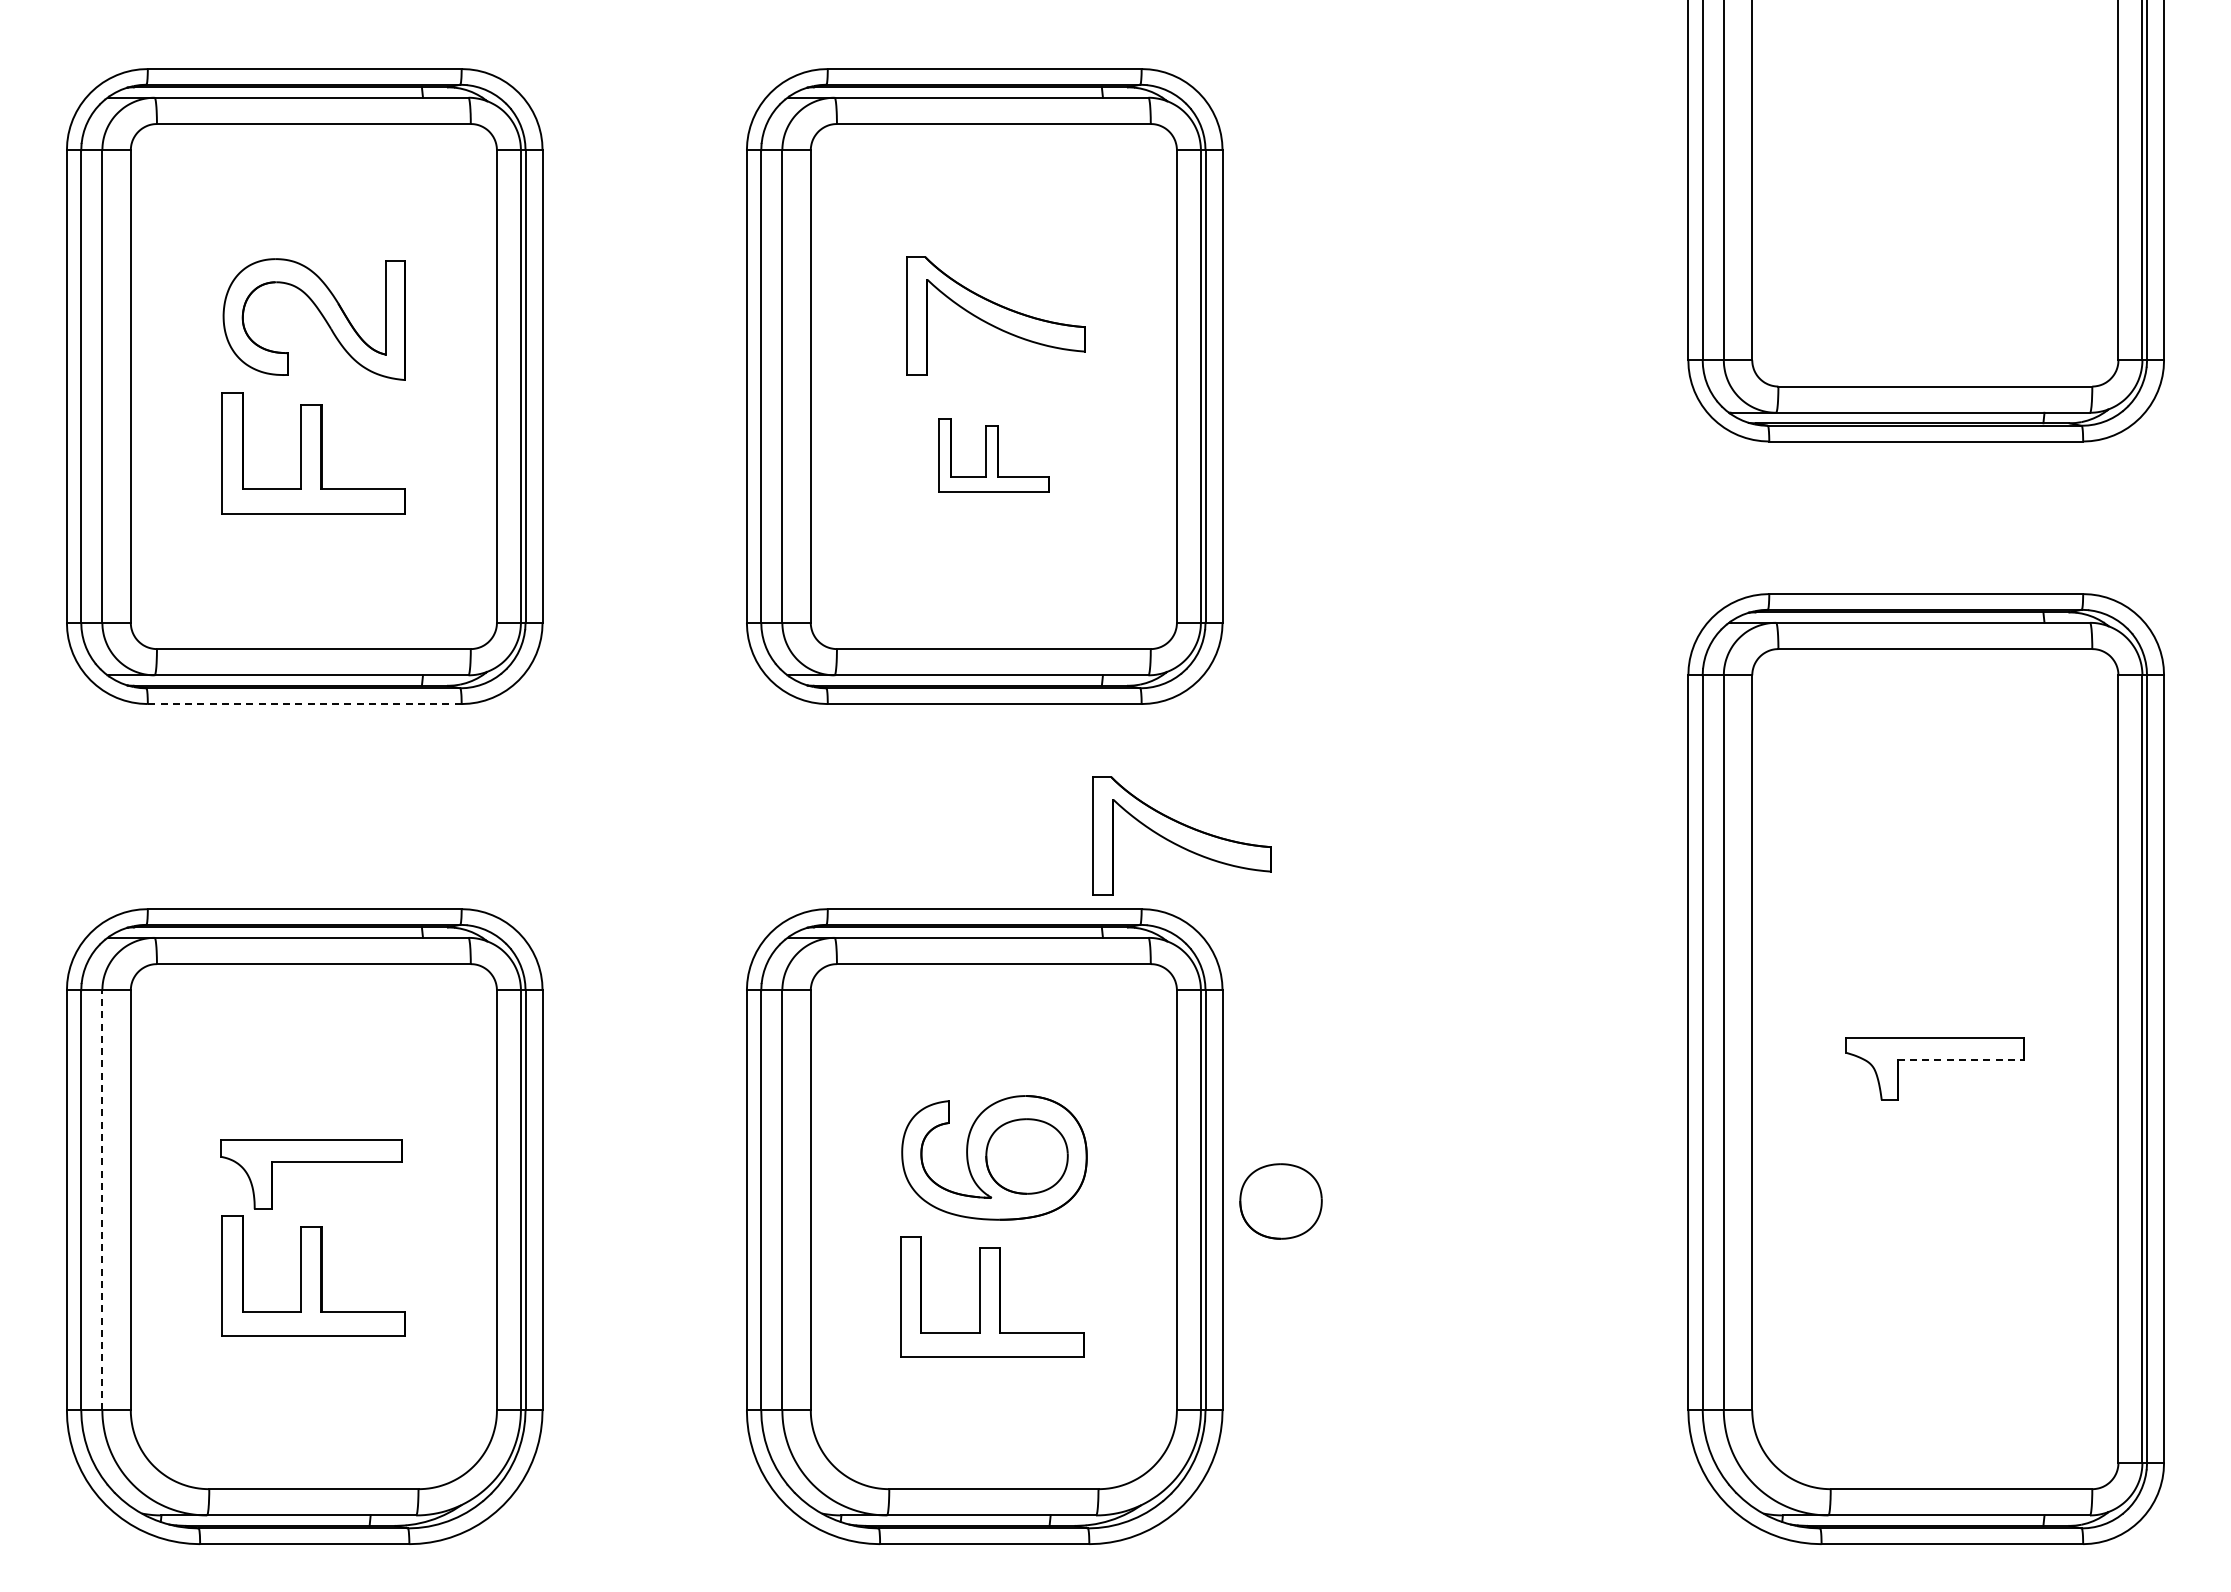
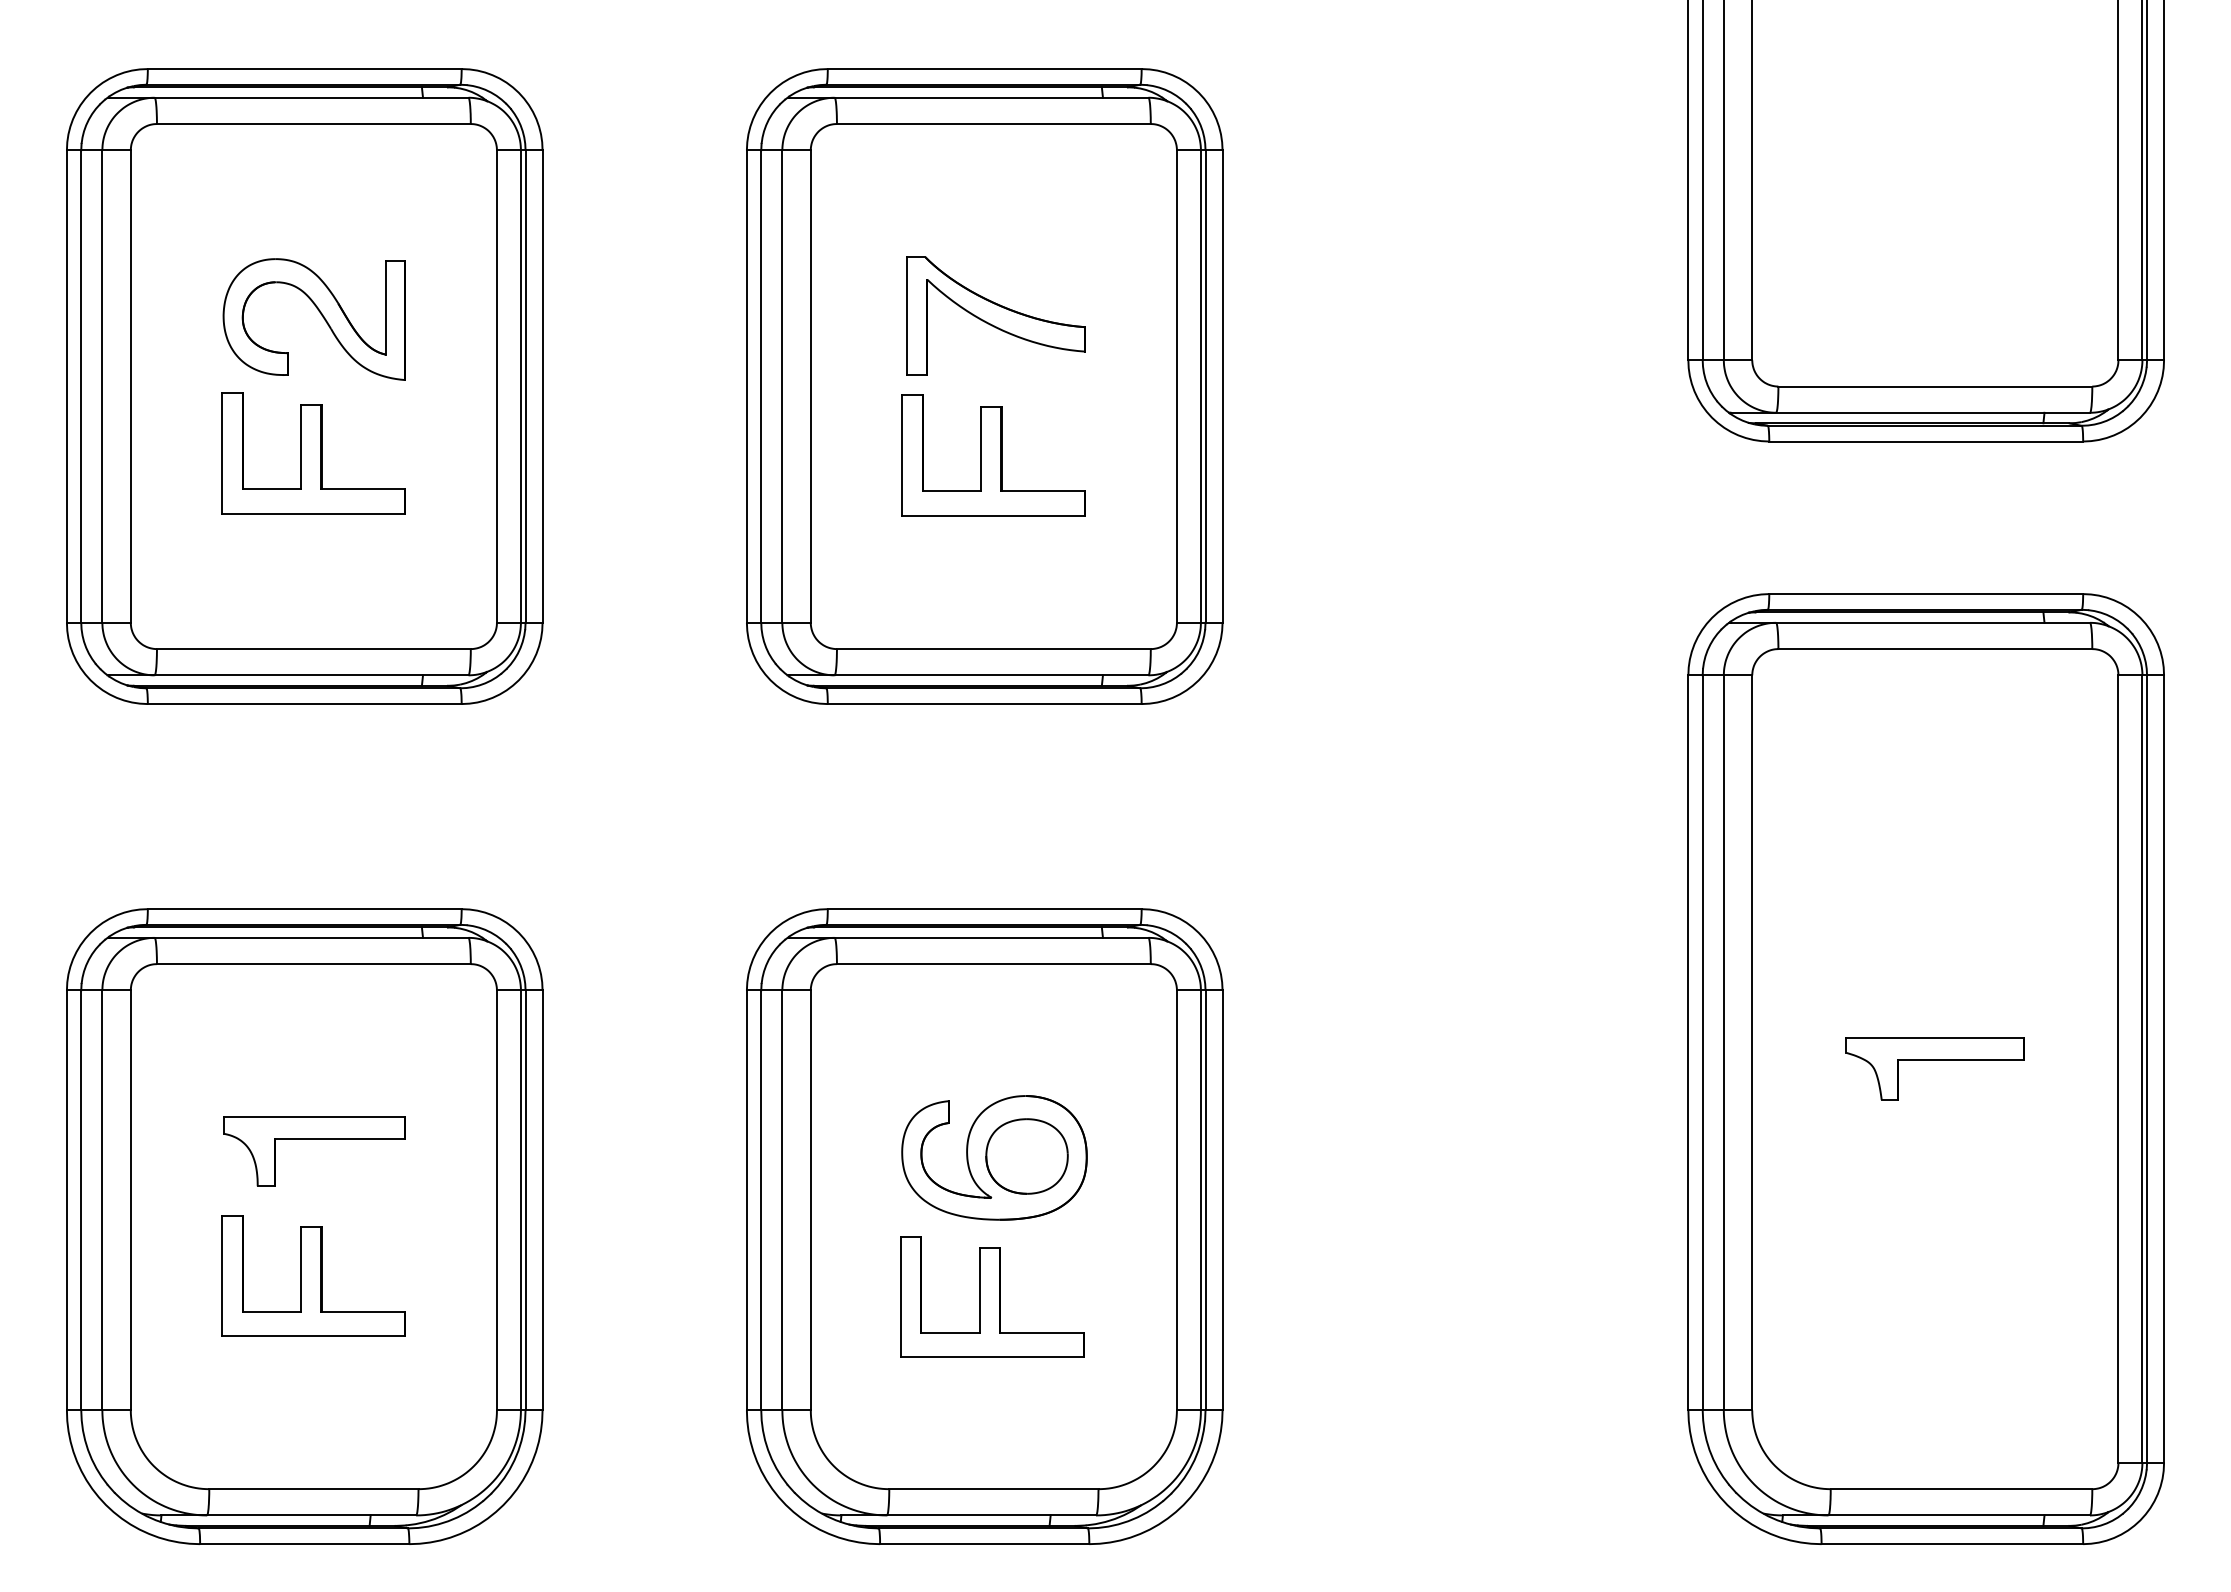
part at (993, 455) size: 112x75 px -> 185x123 px
line at (304, 704): dashed -> solid
part at (1181, 835): present -> none
line at (1961, 1060): dashed -> solid
part at (311, 1162) position: (311, 1162) -> (314, 1139)
line at (102, 1199): dashed -> solid
part at (1280, 1201): present -> none
